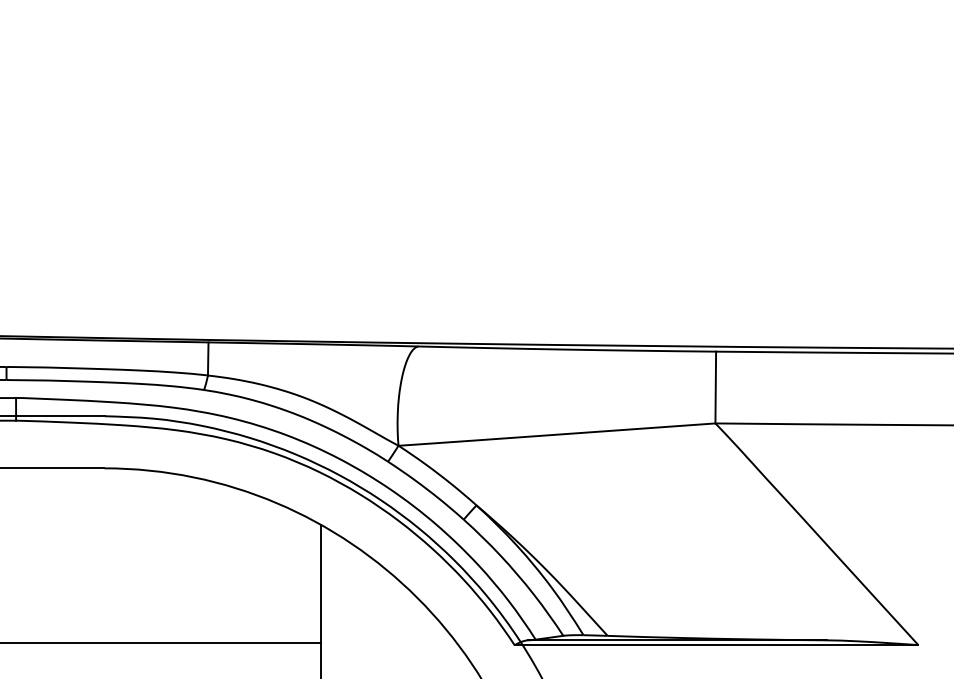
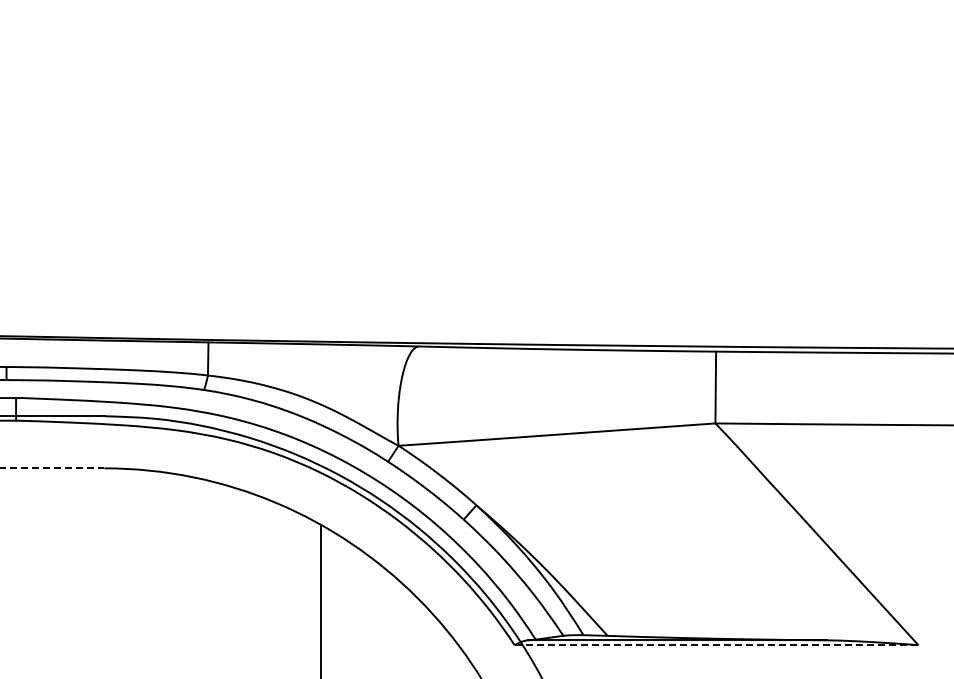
line at (52, 468): solid -> dashed
line at (161, 643): present -> none
line at (716, 645): solid -> dashed
